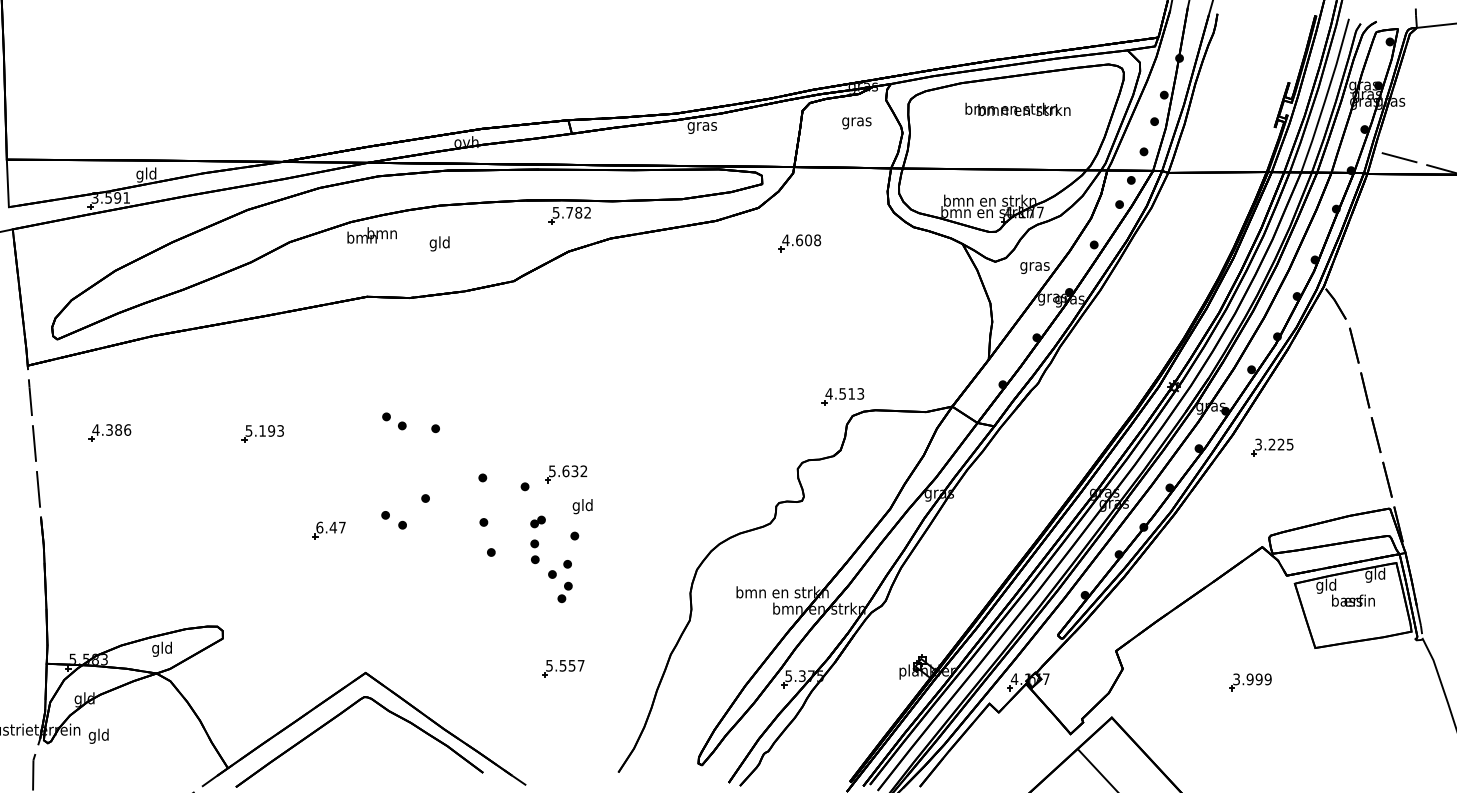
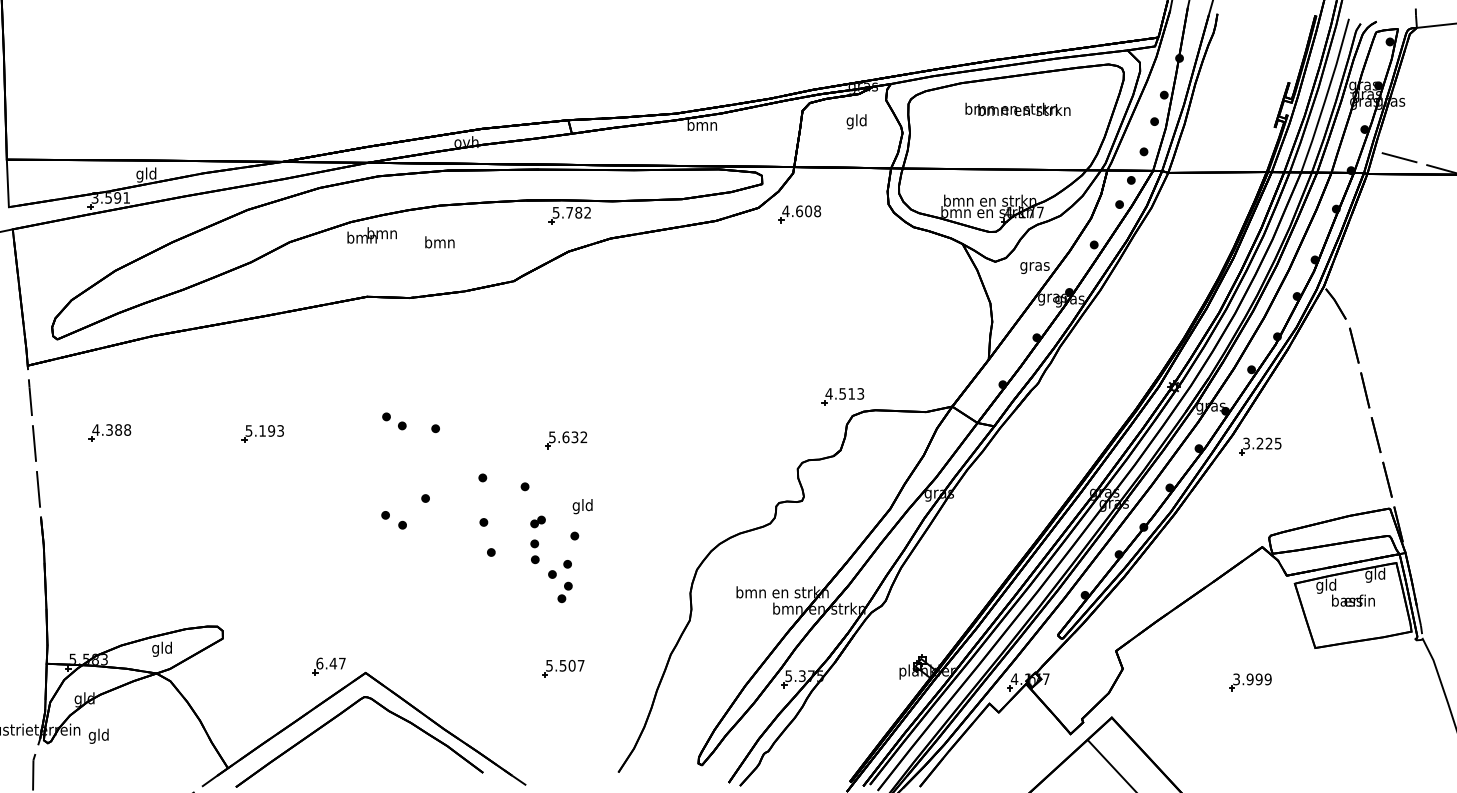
text at (856, 121): gras -> gld
text at (701, 126): gras -> bmn
text at (439, 243): gld -> bmn
part at (799, 243) position: (799, 243) -> (799, 214)
text at (127, 429): 4.386 -> 4.388
part at (1272, 447) position: (1272, 447) -> (1260, 446)
part at (566, 474) position: (566, 474) -> (566, 440)
part at (328, 530) position: (328, 530) -> (328, 666)
text at (571, 665): 5.557 -> 5.507
line at (1096, 769) position: (1096, 769) -> (1110, 764)
